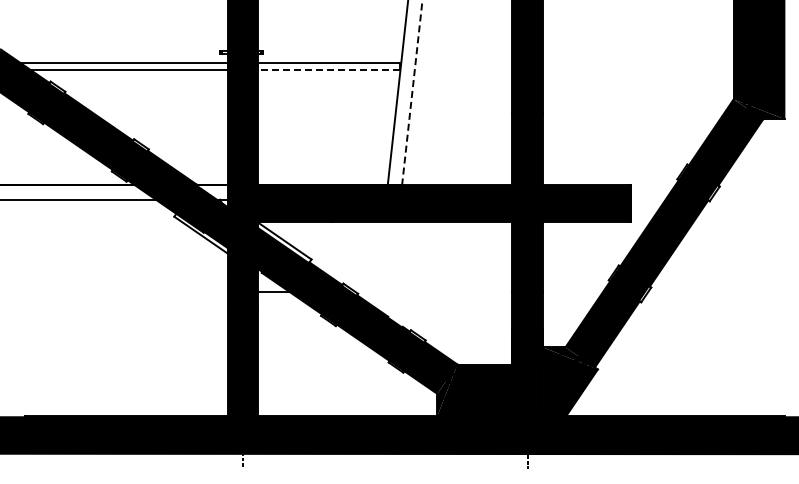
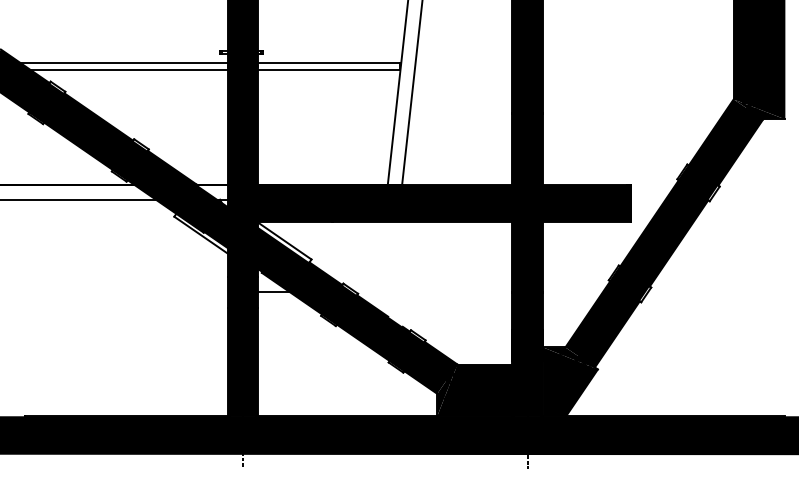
line at (324, 69): dashed -> solid
line at (412, 93): dashed -> solid
